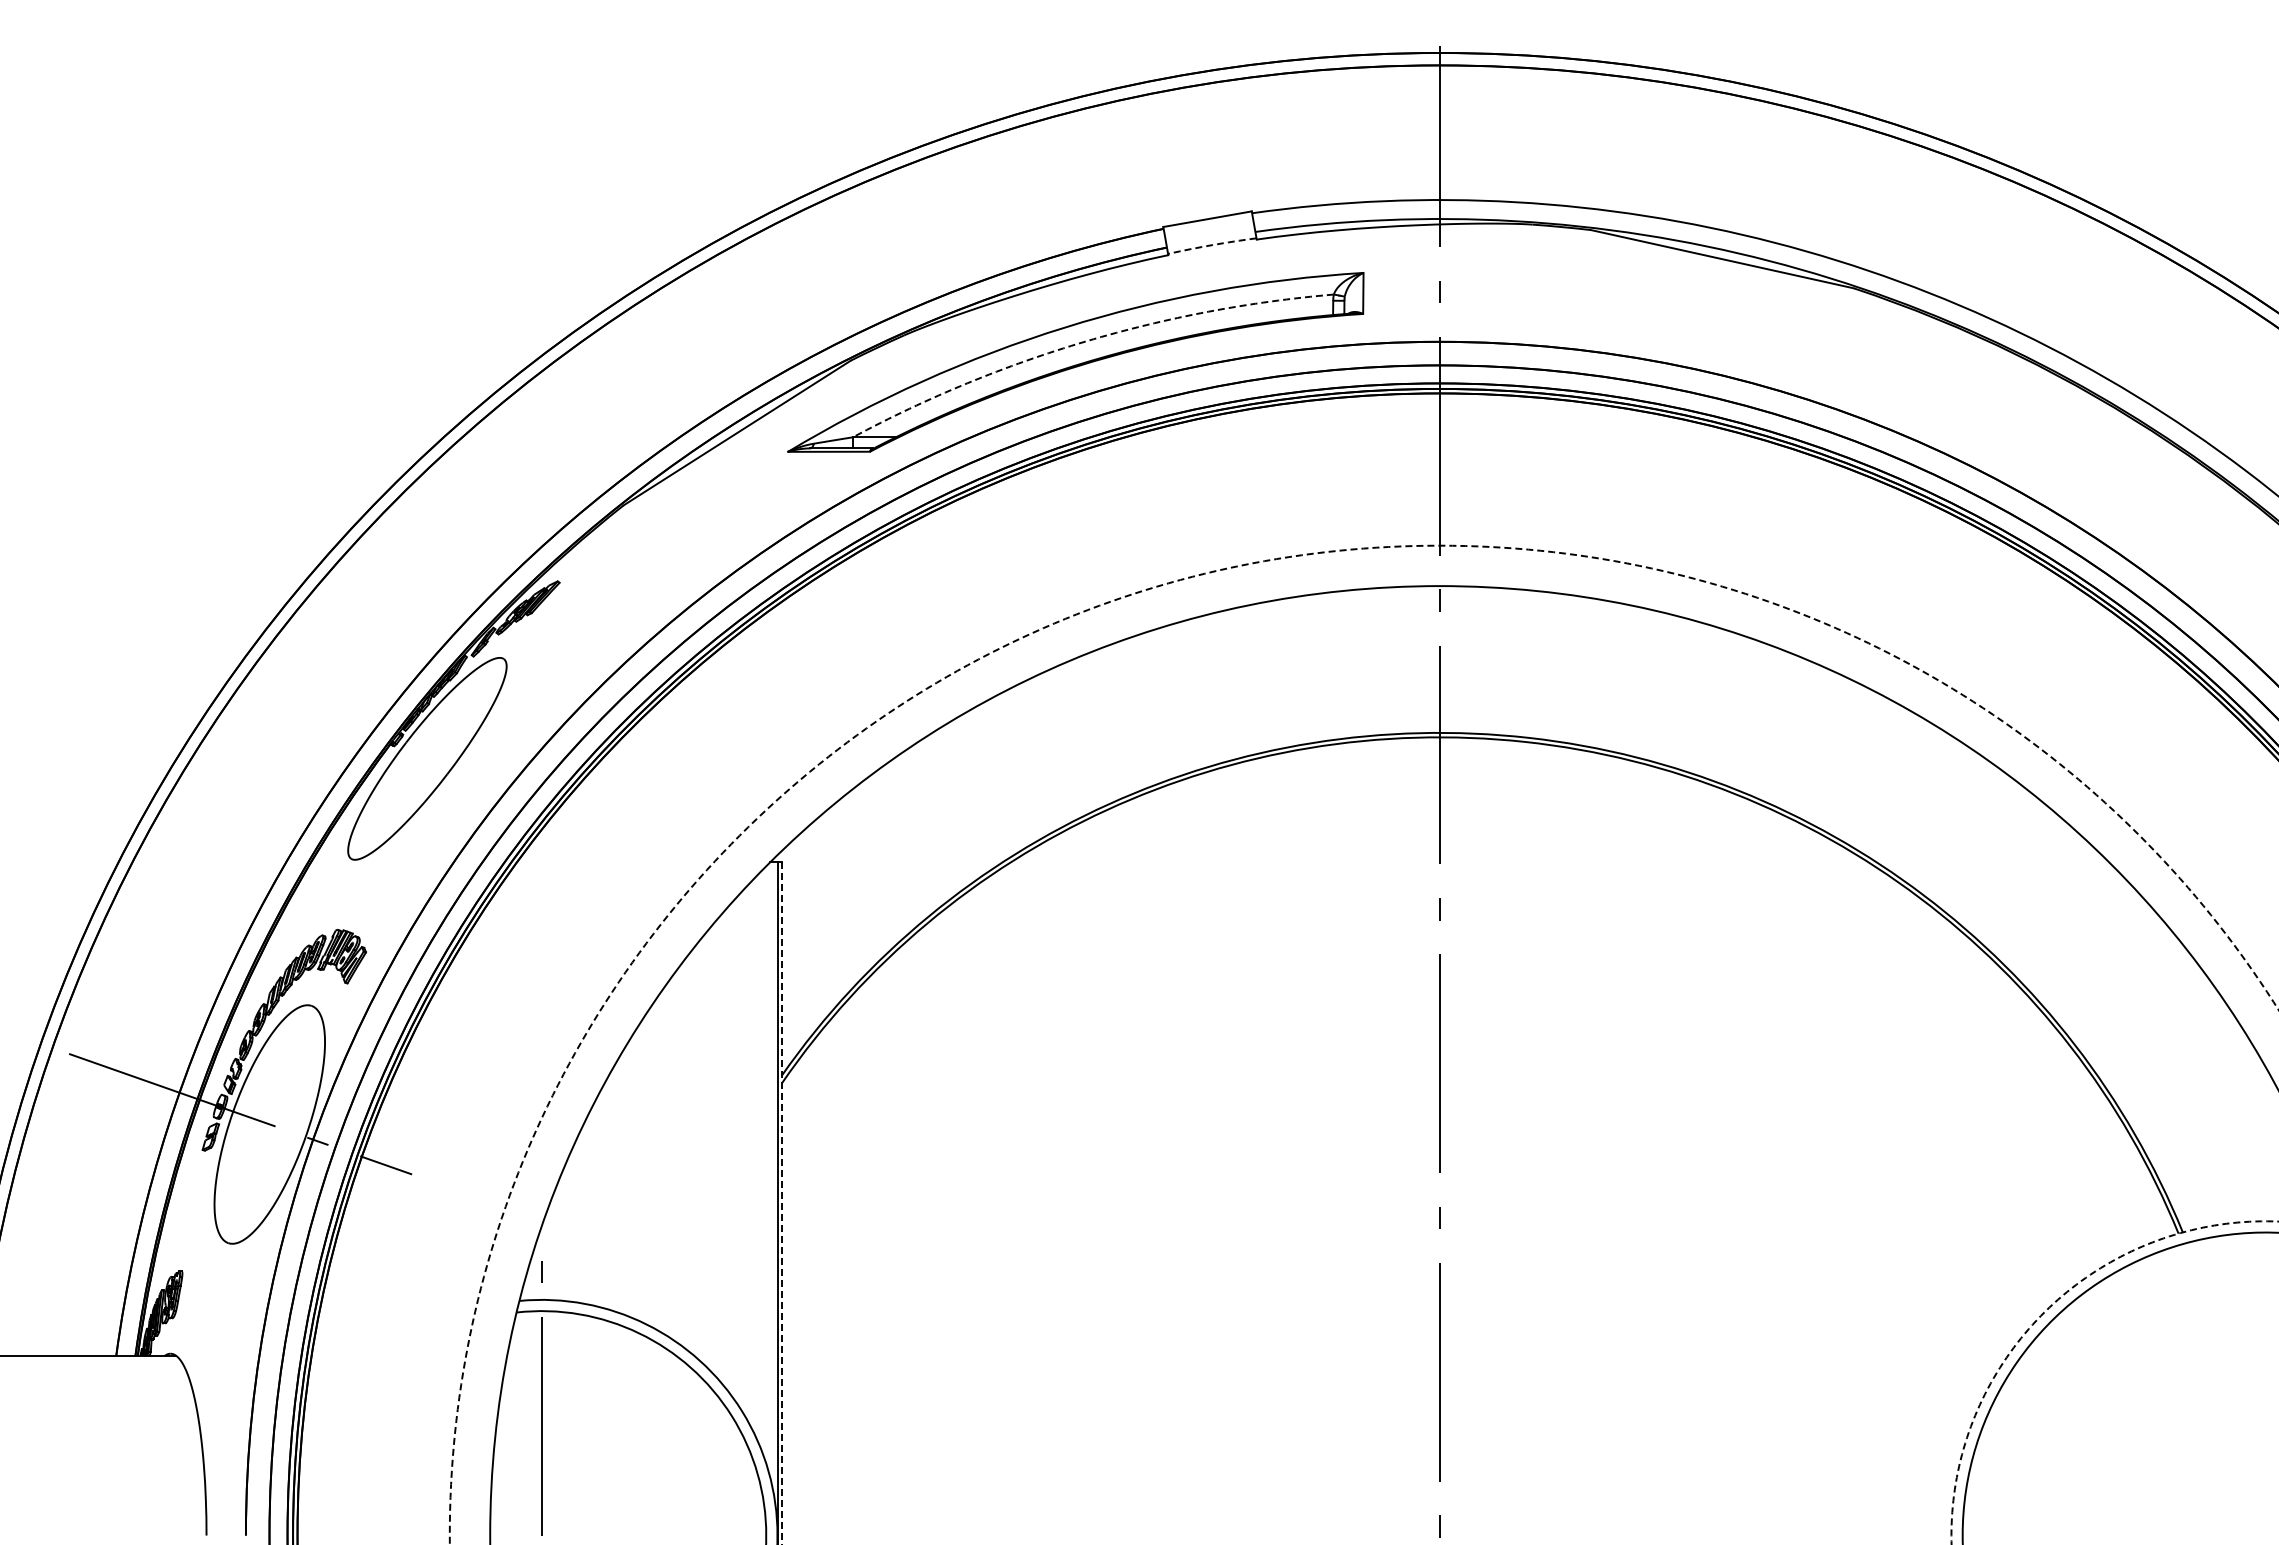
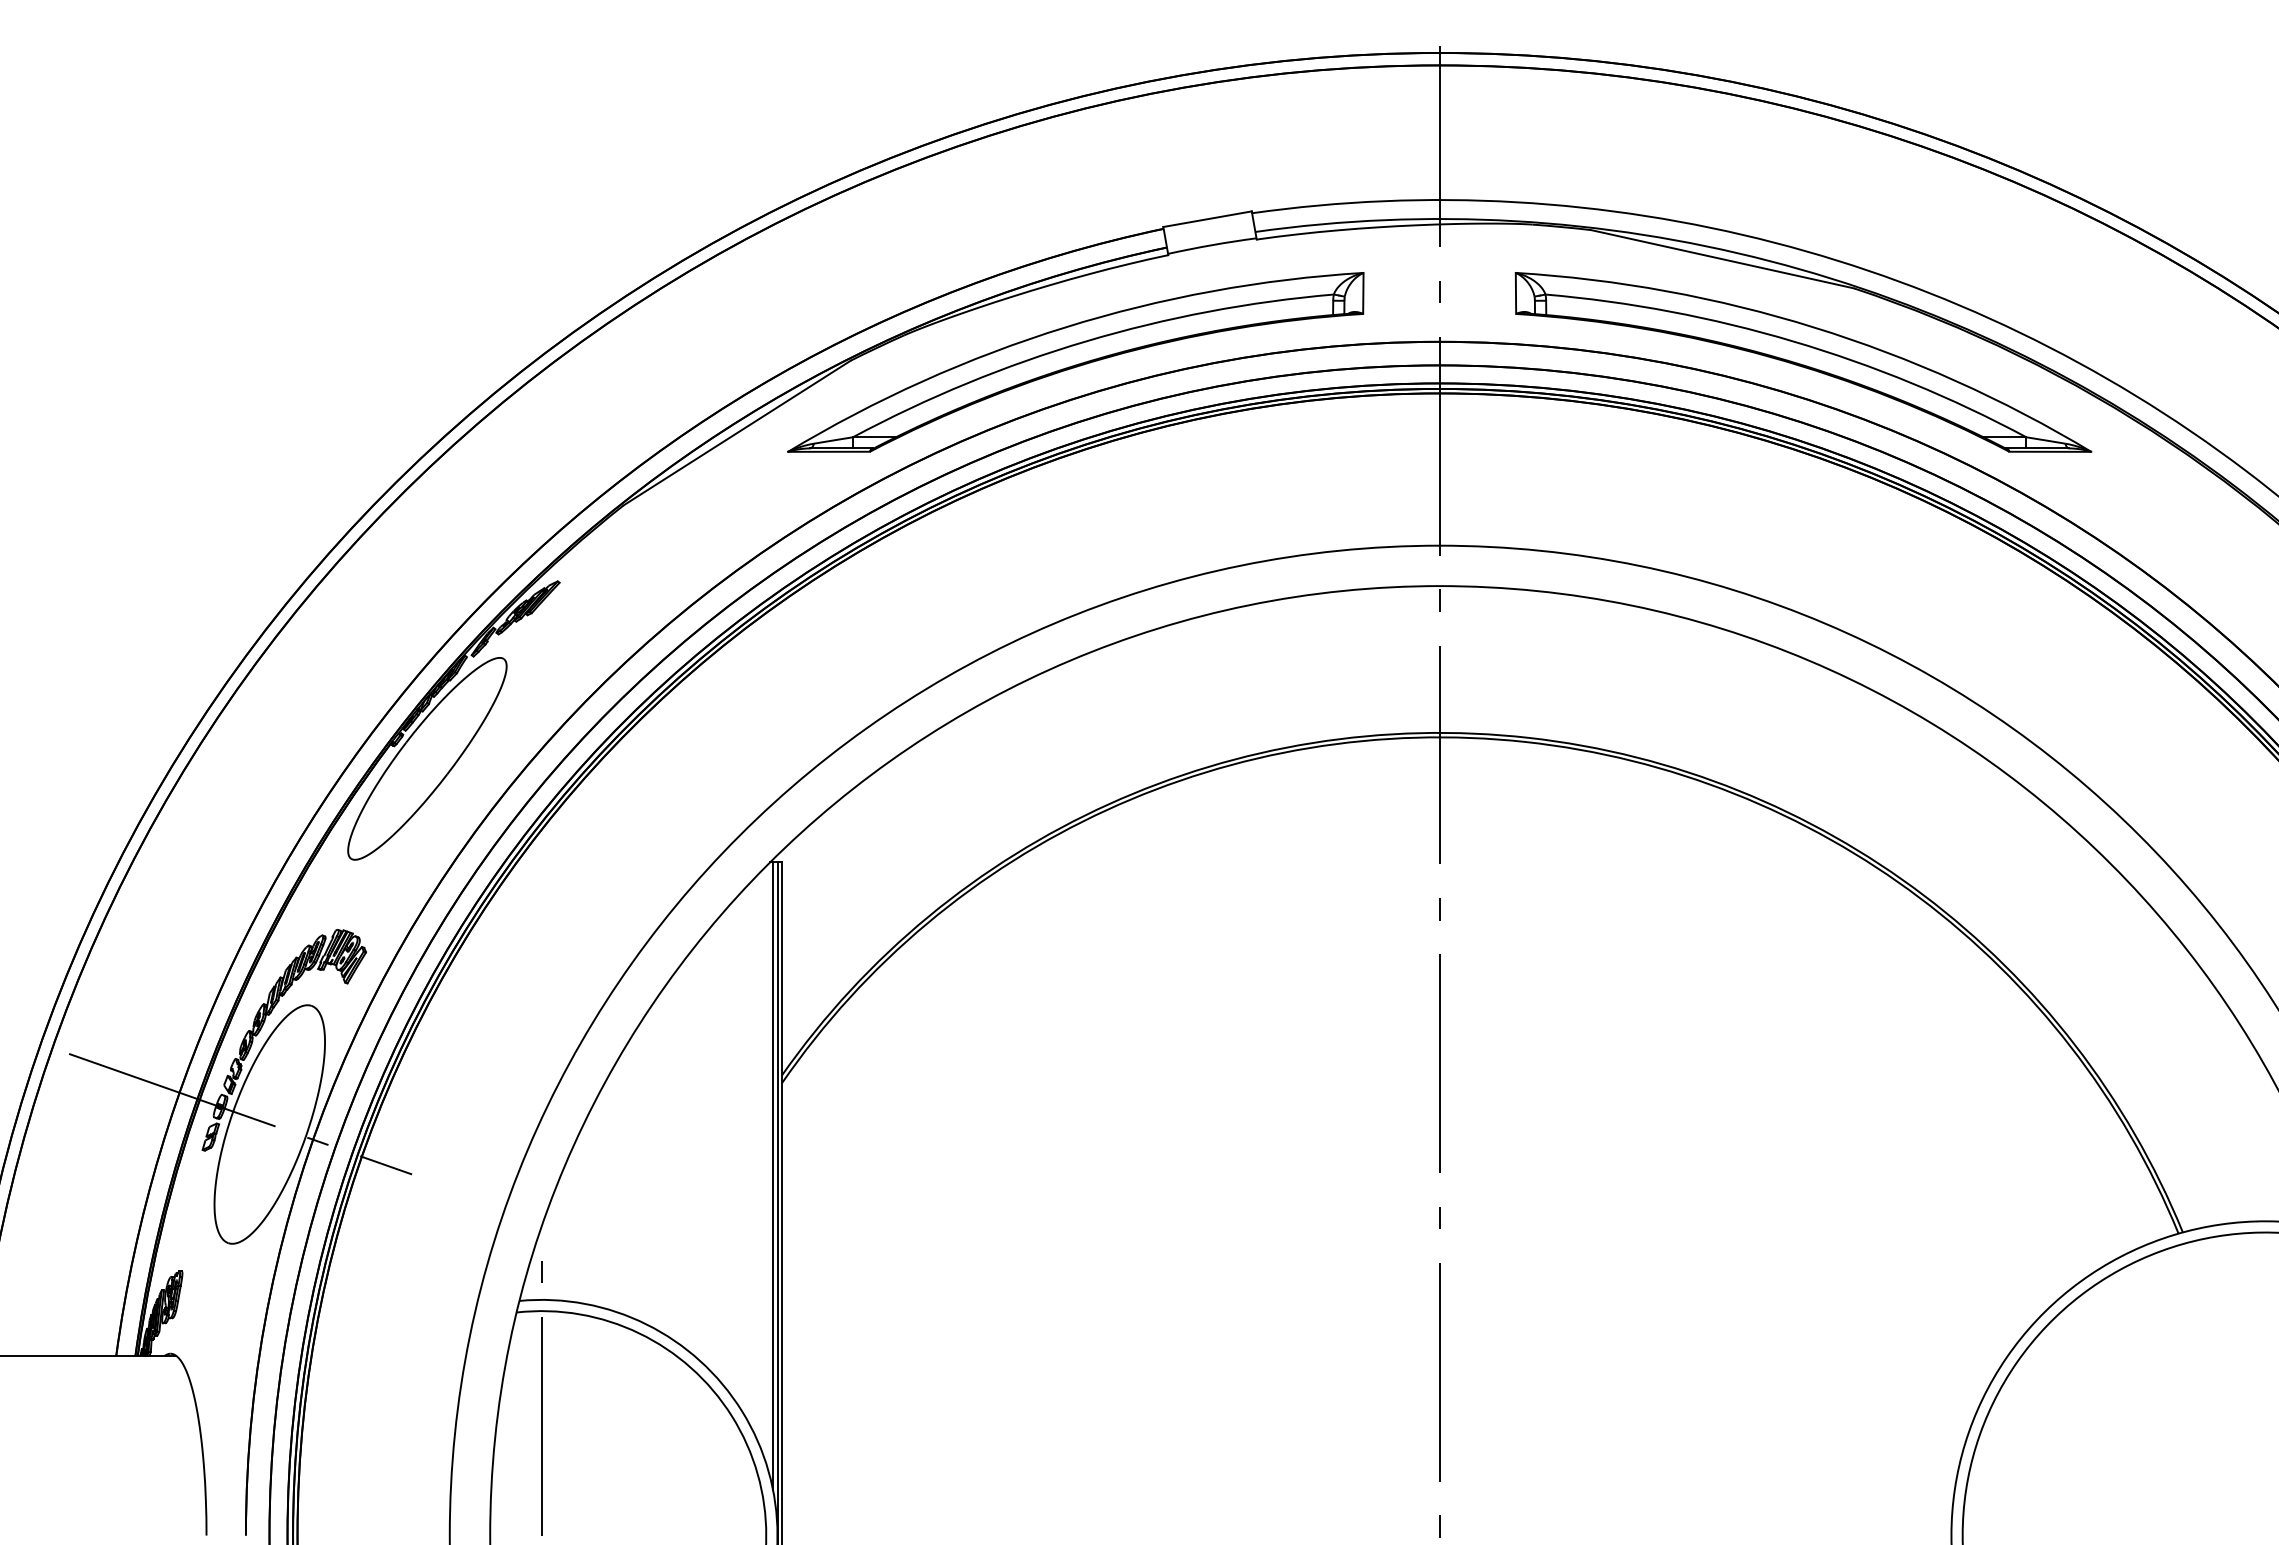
arc at (1212, 245): dashed -> solid
arc at (1086, 341): dashed -> solid
part at (1803, 362): none -> present
circle at (1363, 1044): dashed -> solid
line at (773, 1175): none -> present
line at (782, 1204): dashed -> solid
arc at (2043, 1313): dashed -> solid
